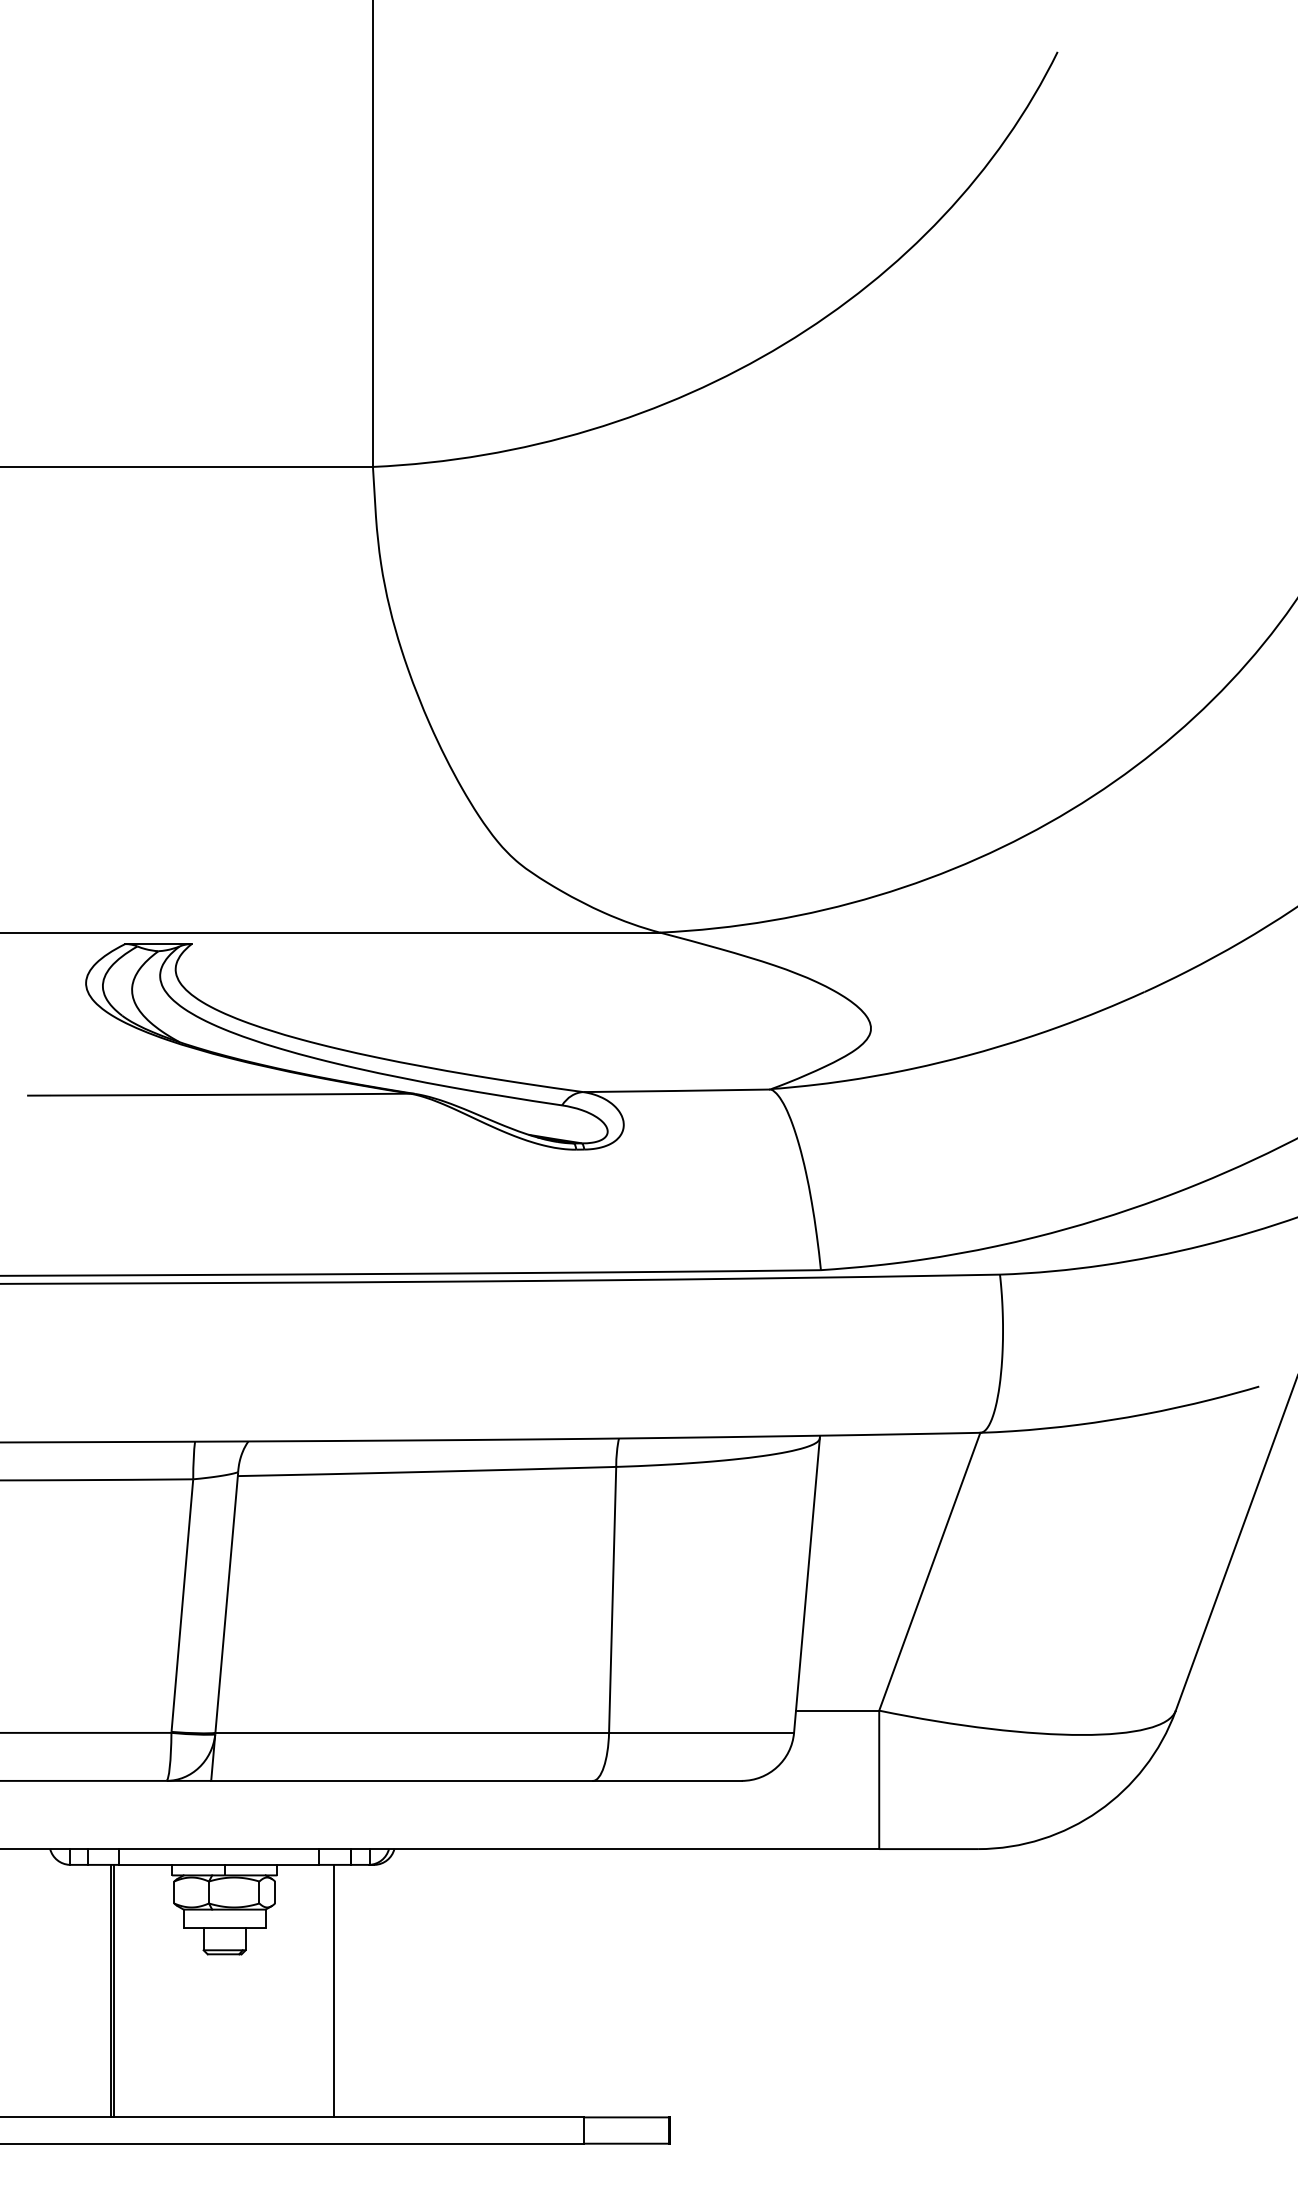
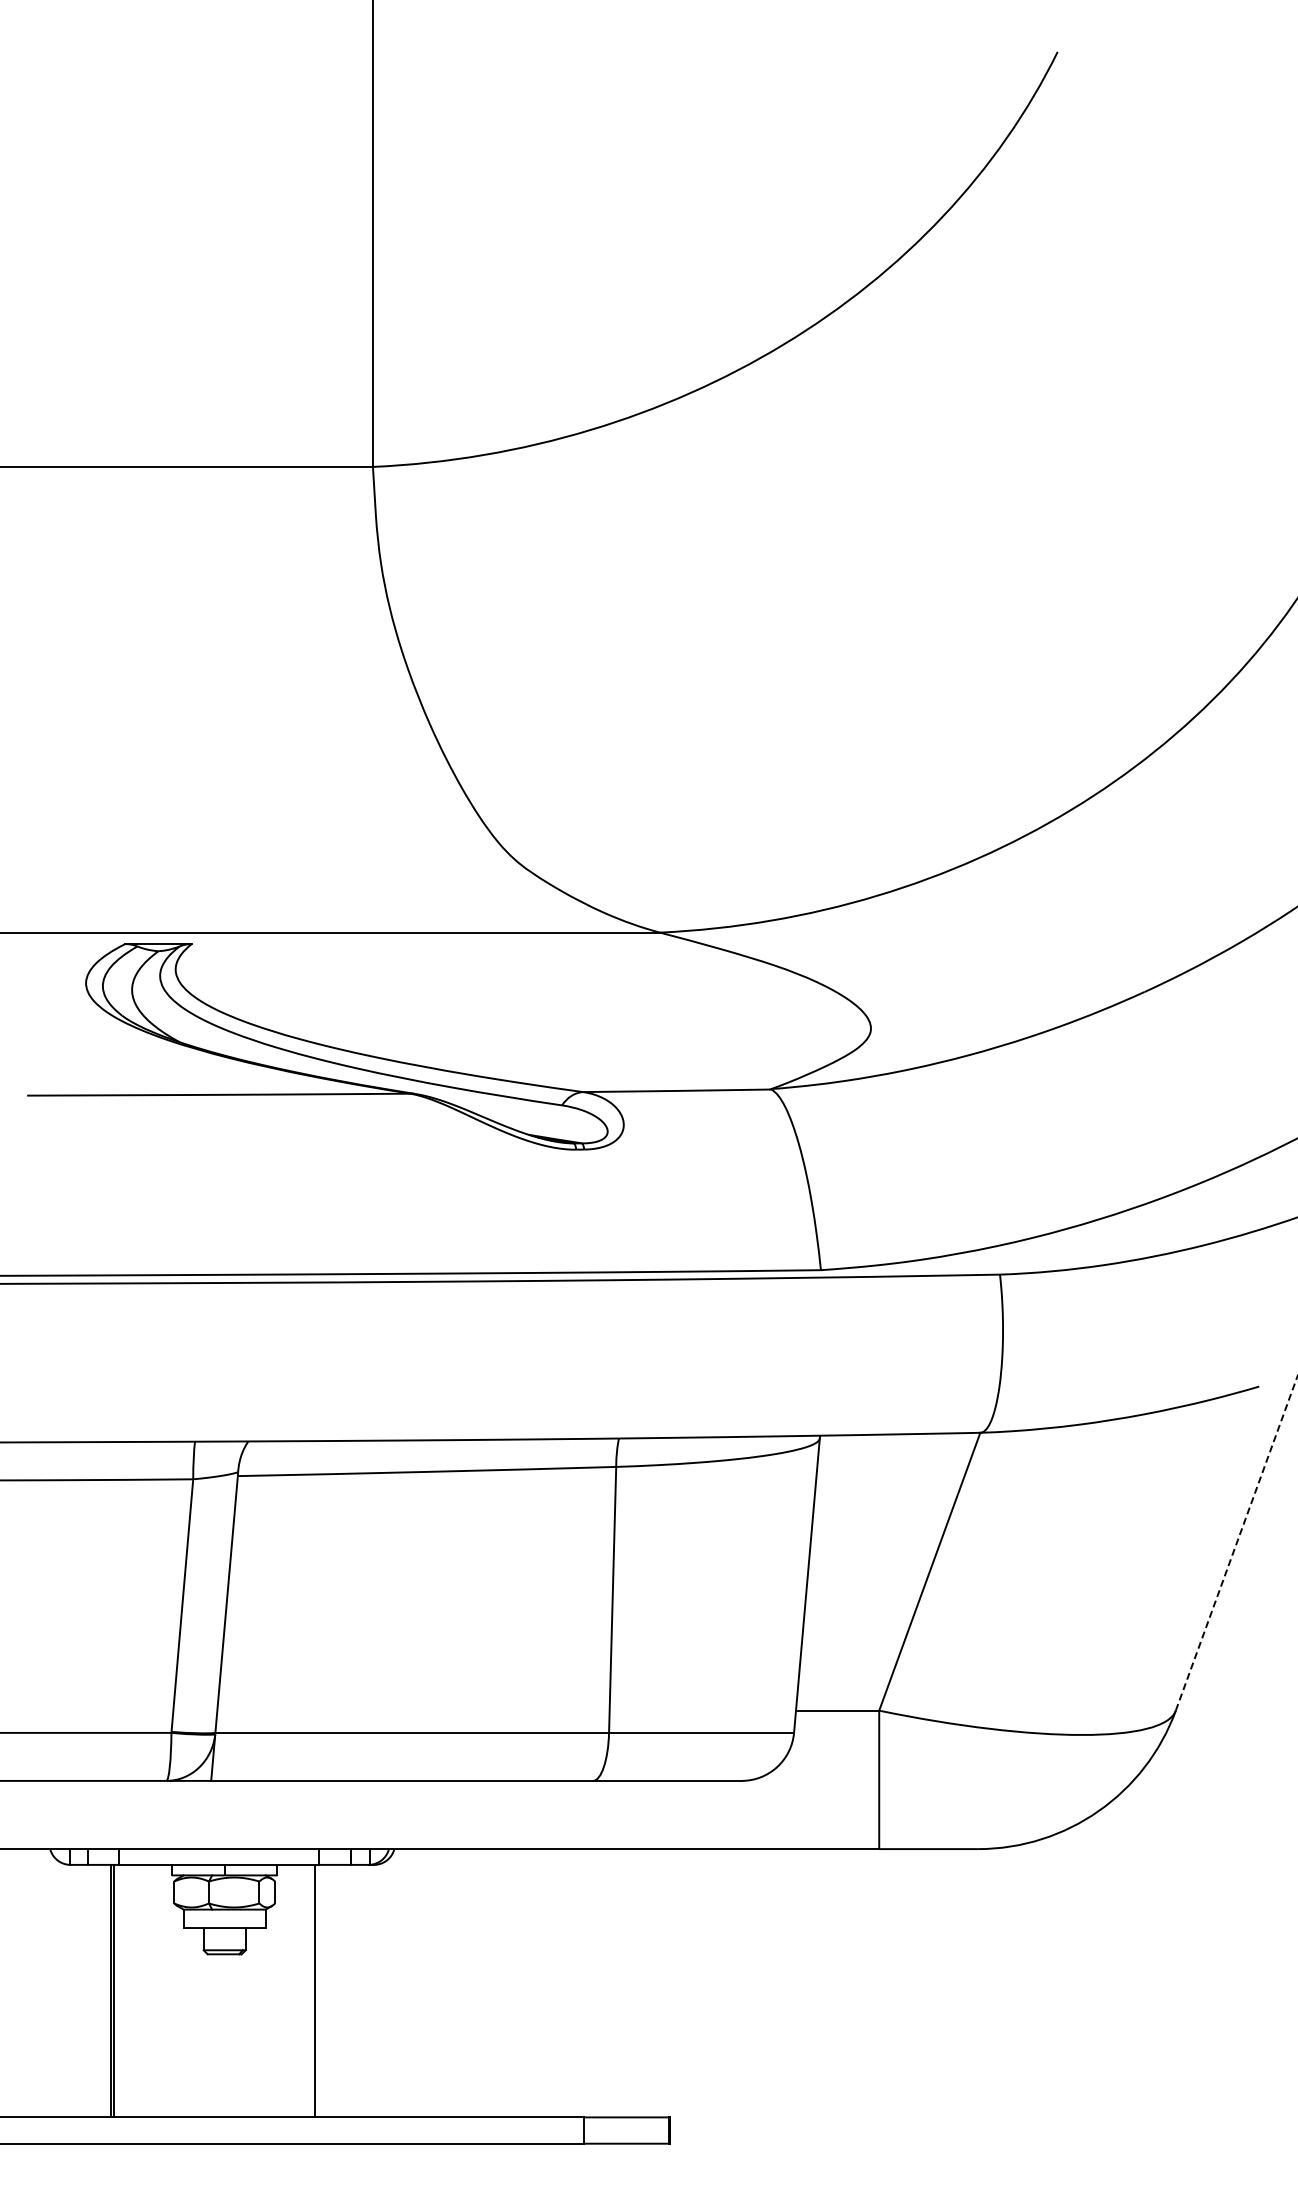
line at (1236, 1542): solid -> dashed
line at (333, 1990) position: (333, 1990) -> (314, 1990)
